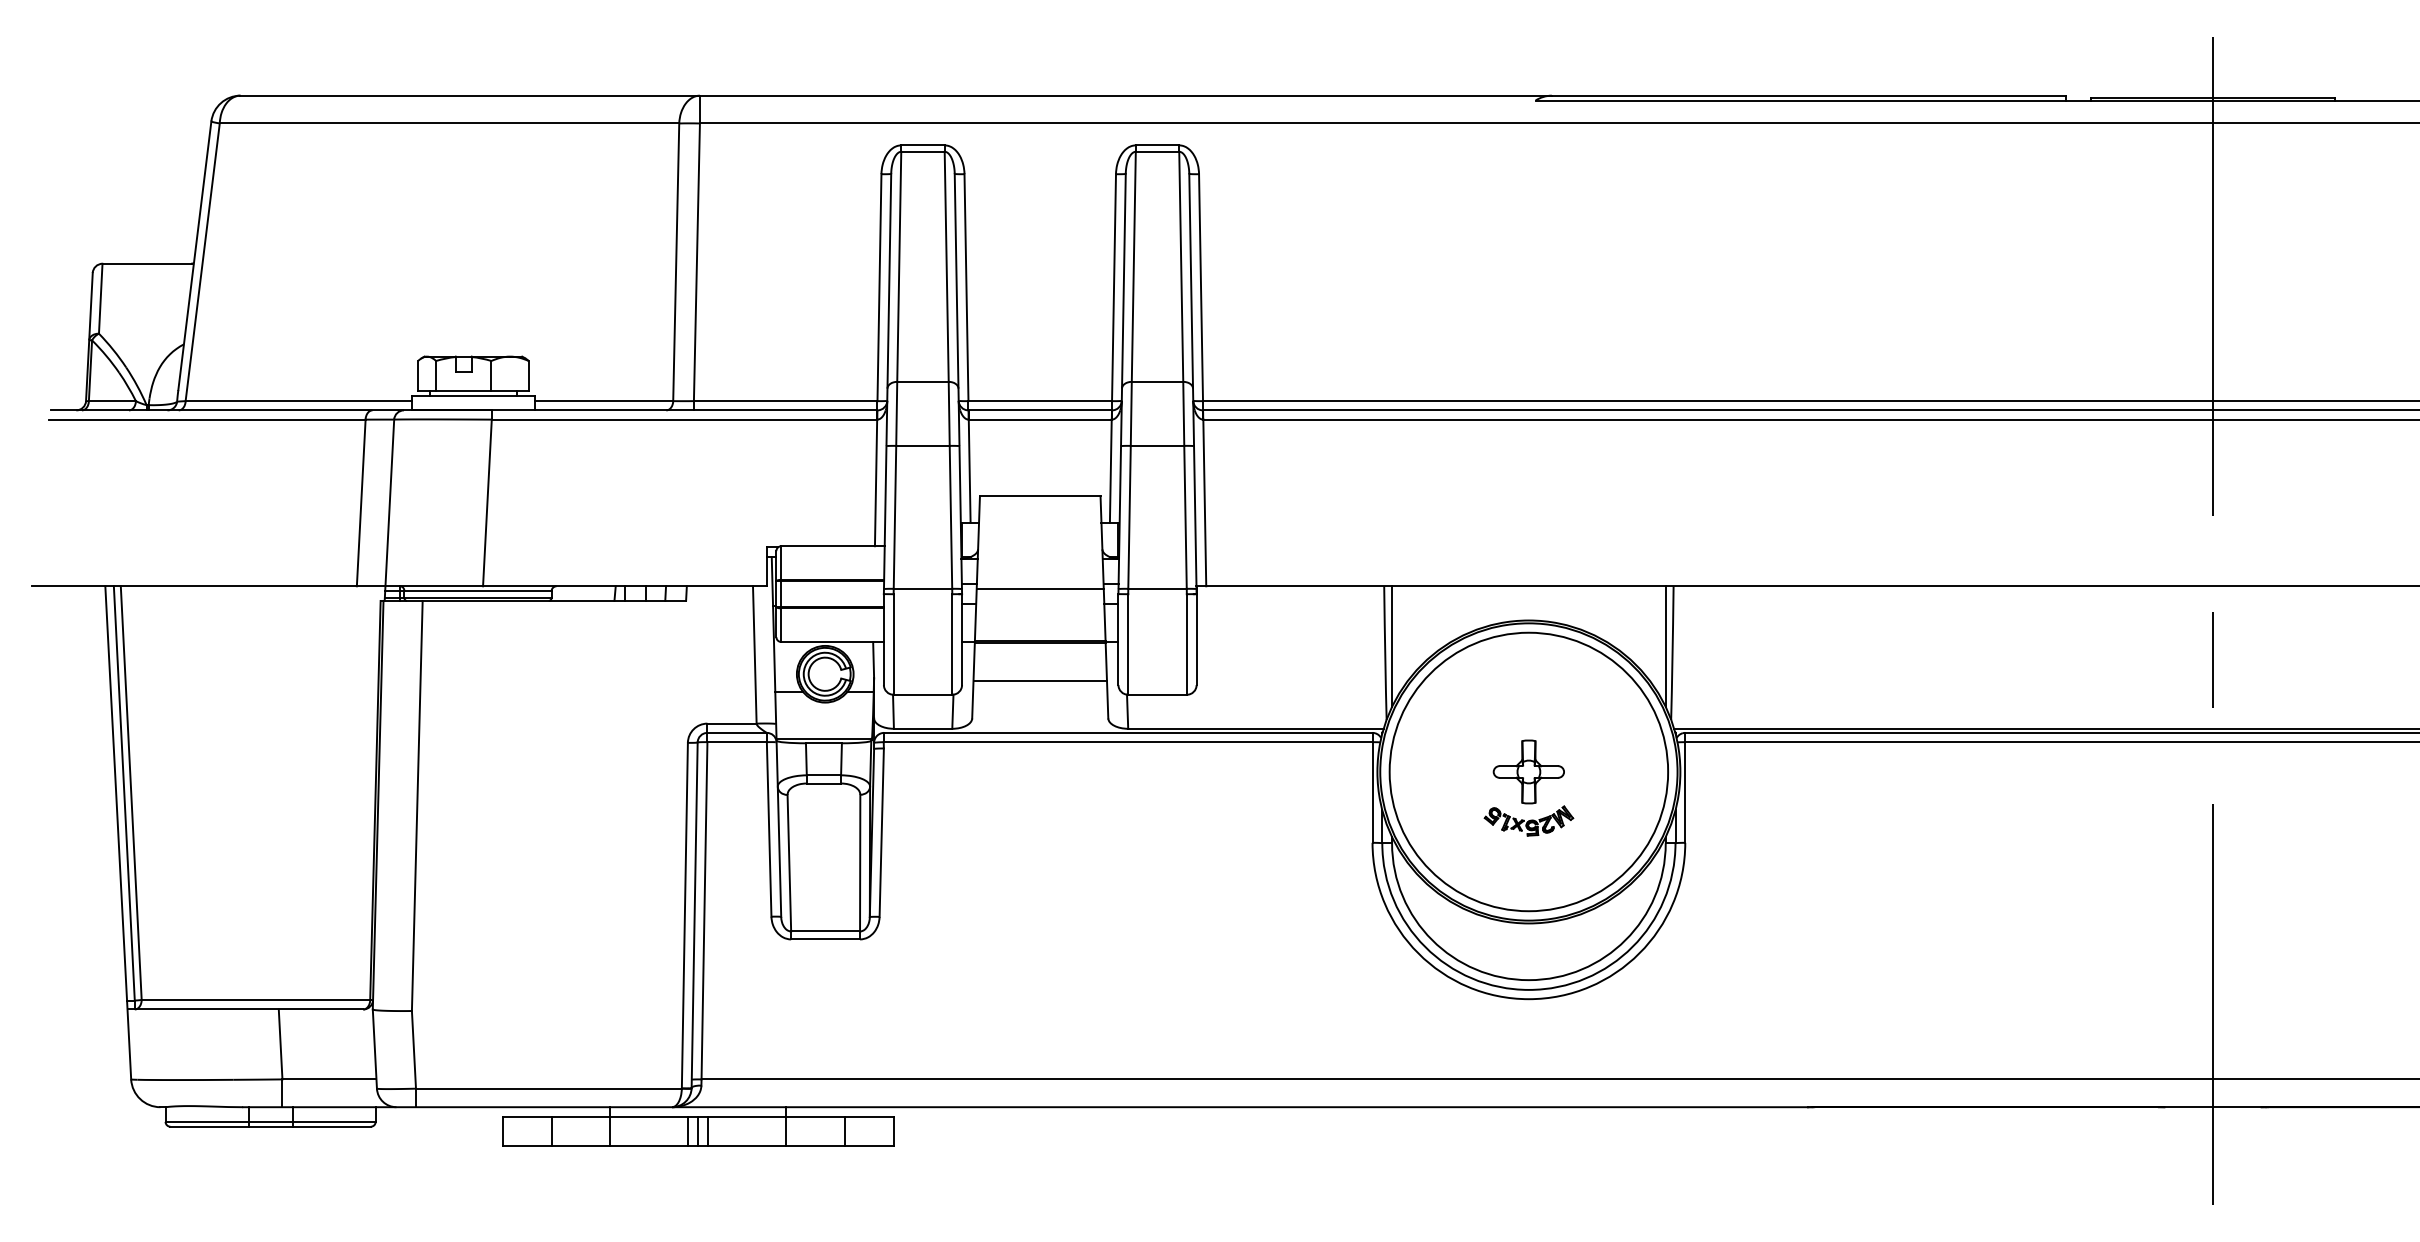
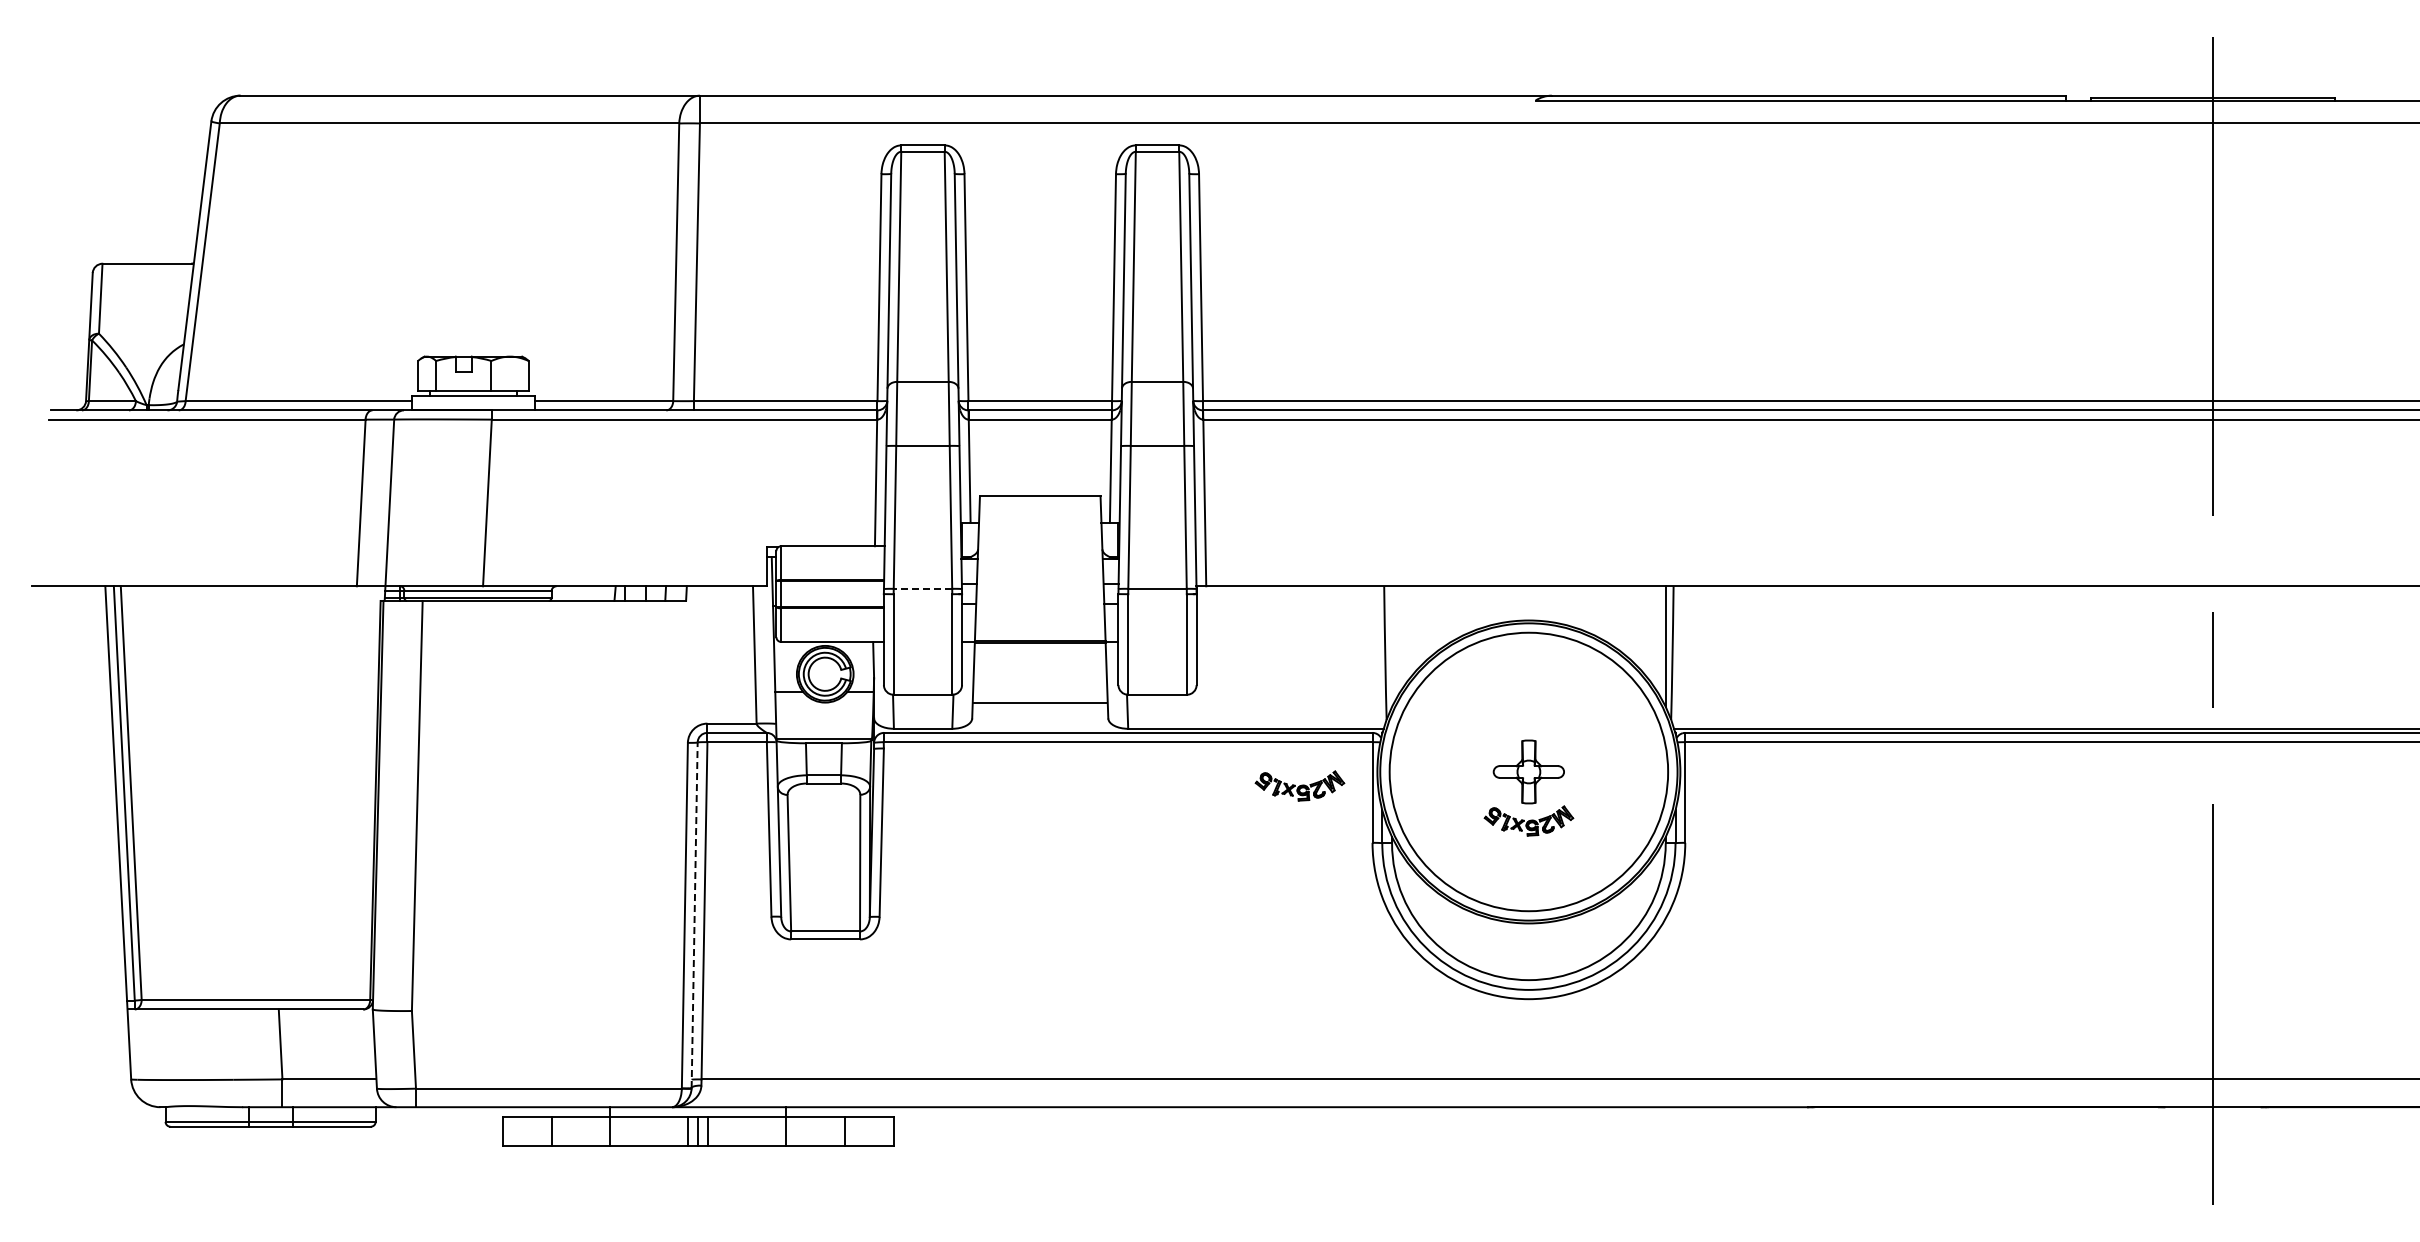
line at (922, 588): solid -> dashed
line at (1039, 589): present -> none
line at (1392, 646): present -> none
line at (1039, 680) position: (1039, 680) -> (1039, 702)
part at (1299, 785): none -> present
line at (694, 915): solid -> dashed
